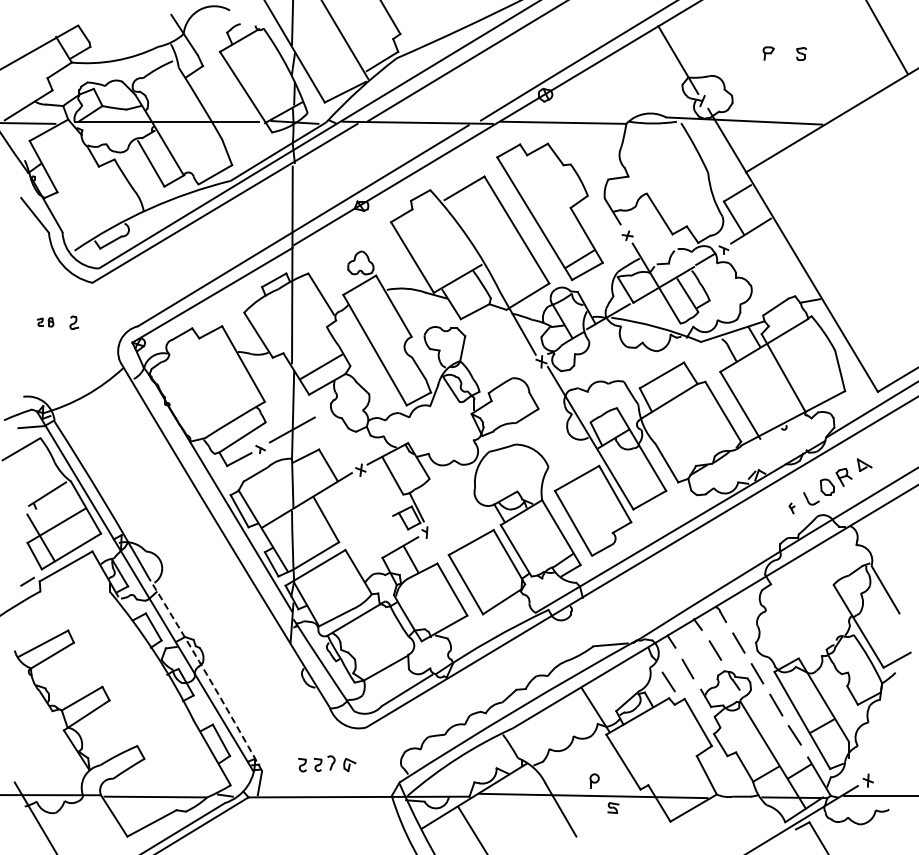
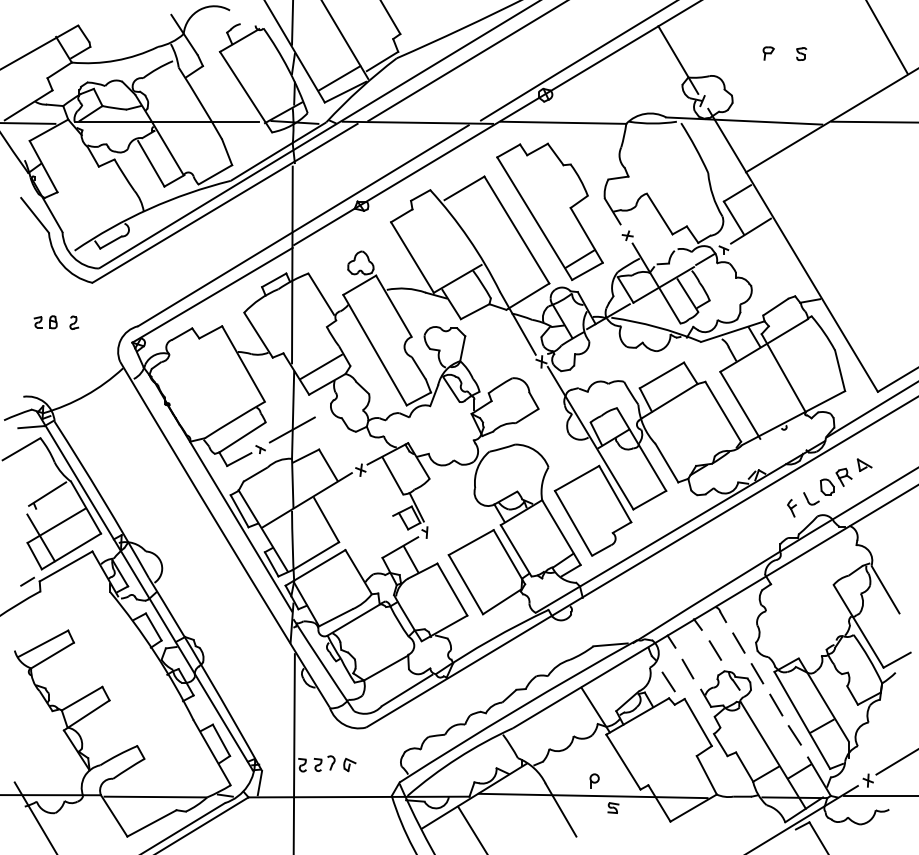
line at (339, 78): none -> present
line at (873, 121): none -> present
part at (45, 322) size: 18x11 px -> 25x15 px
part at (791, 508) size: 8x13 px -> 10x19 px
arc at (206, 673): dashed -> solid
line at (293, 752): none -> present
line at (895, 762): none -> present
